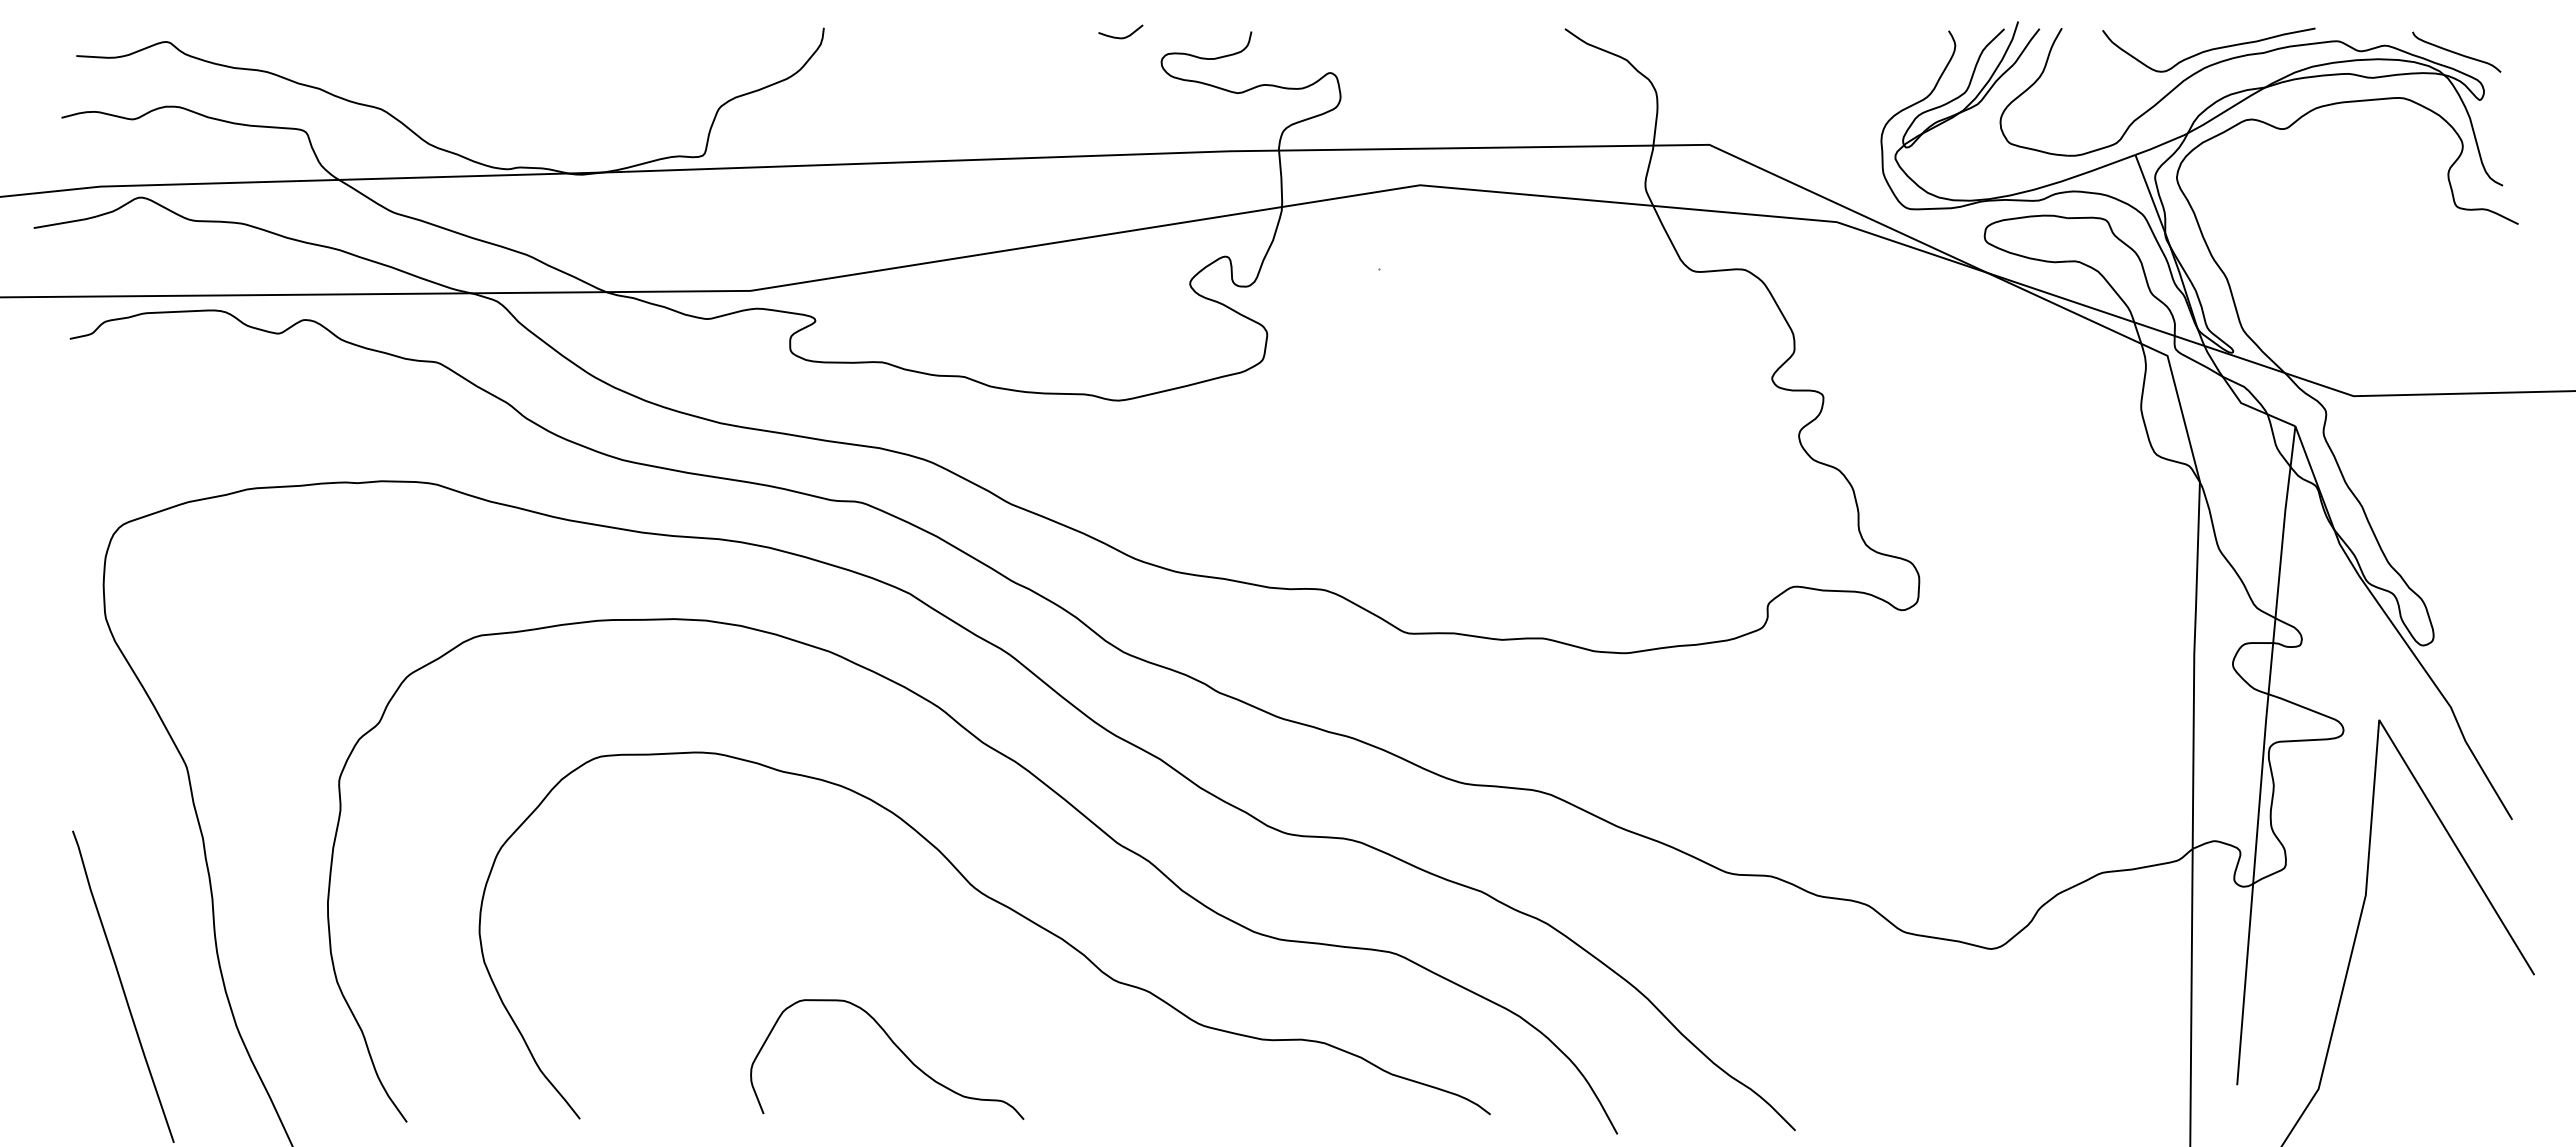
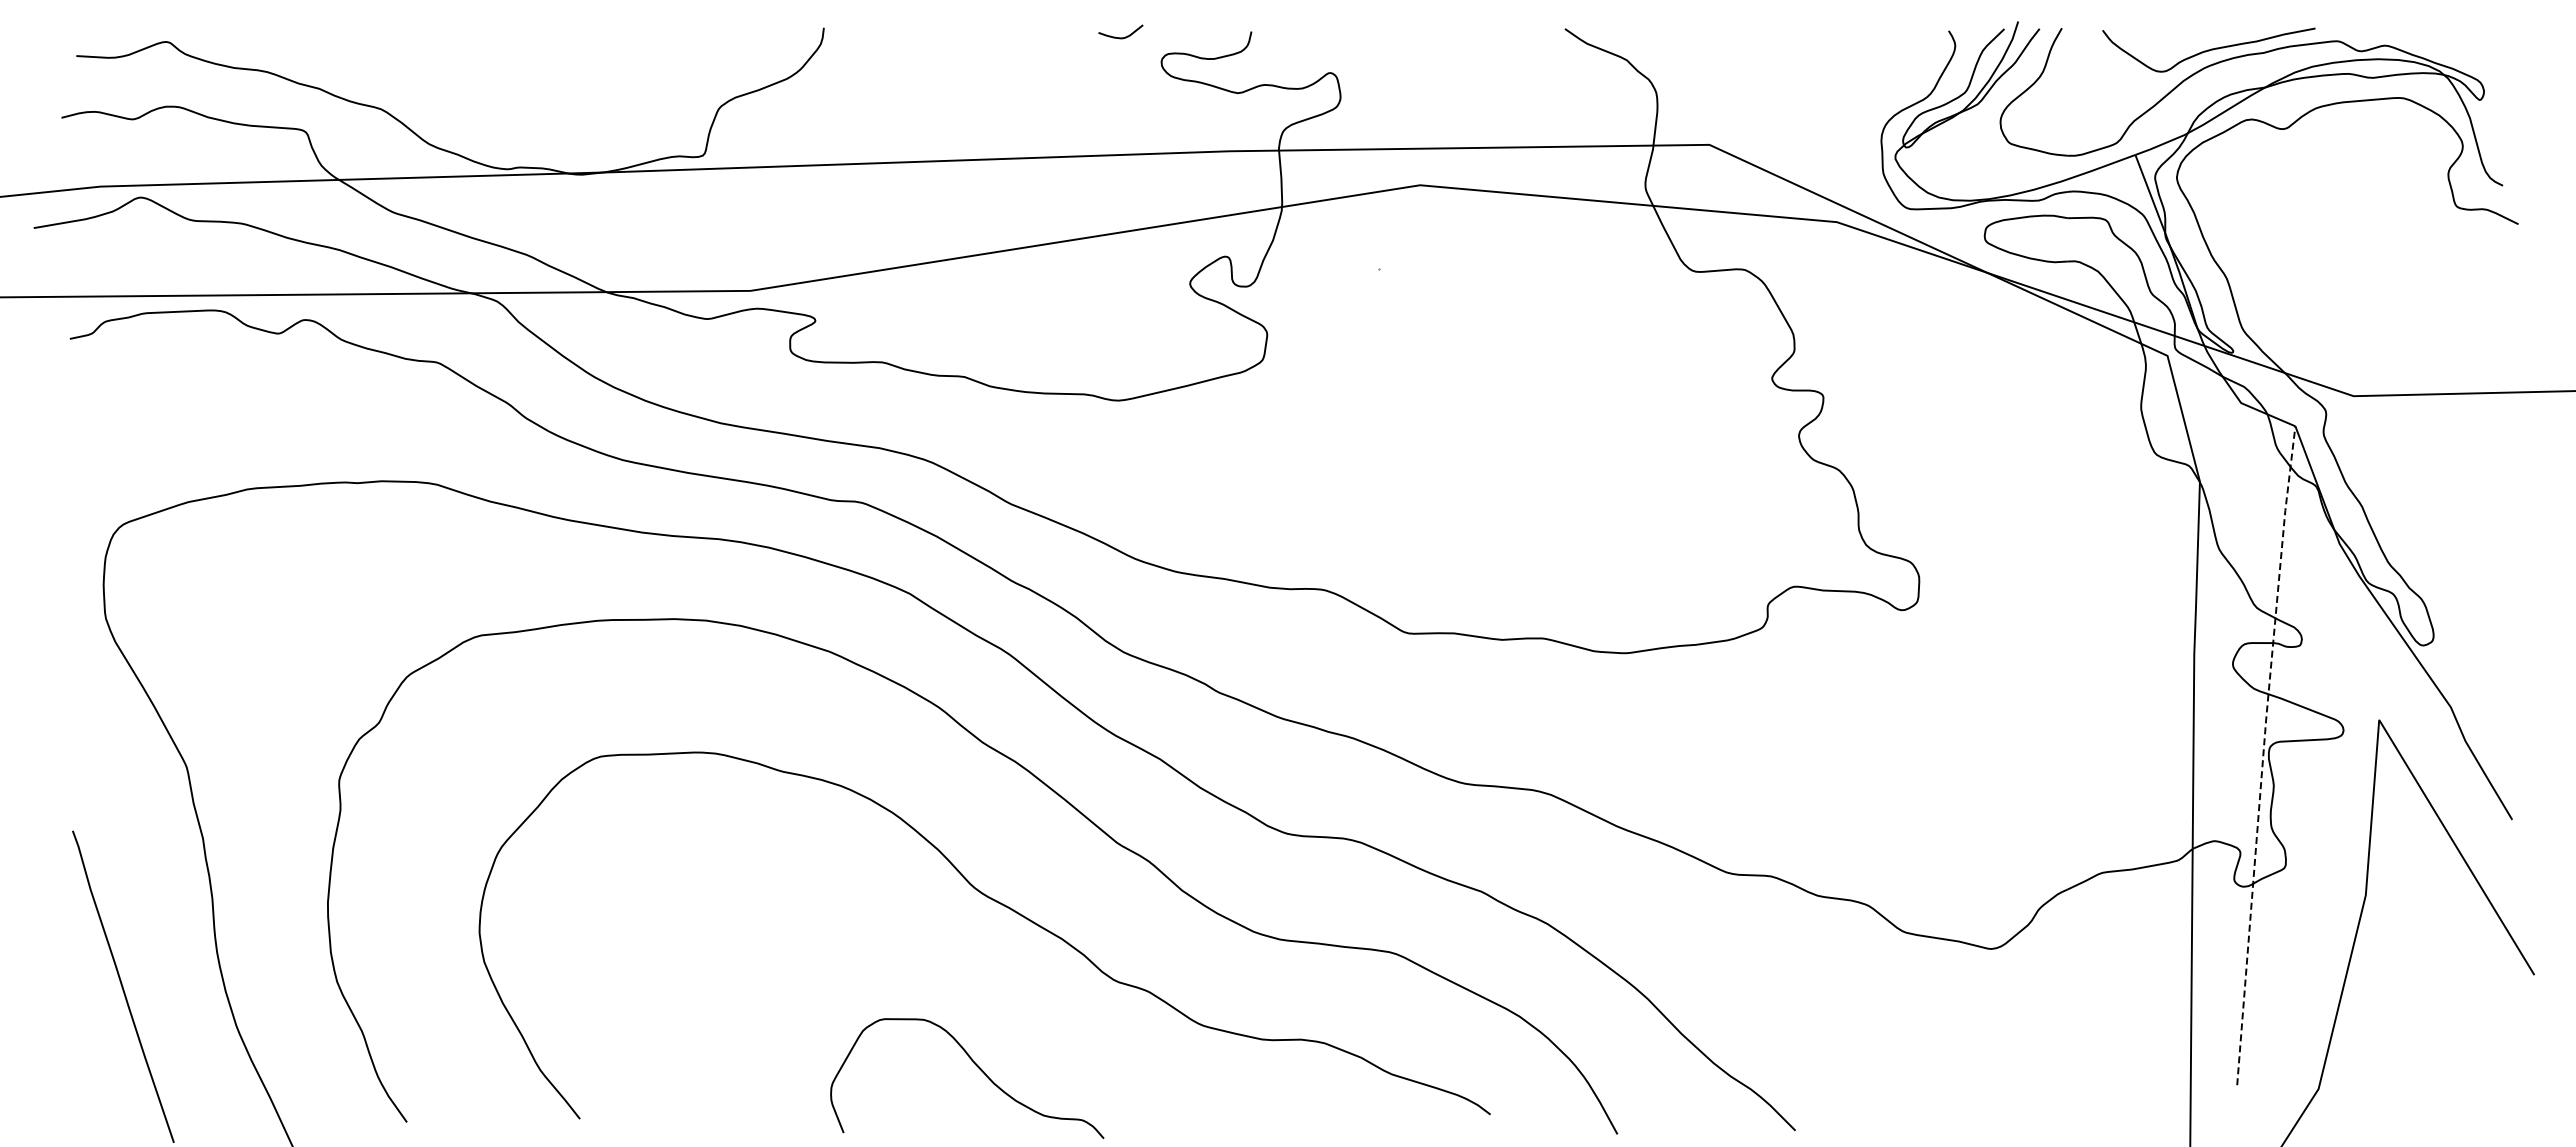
curve at (2456, 52): present -> none
line at (2263, 753): solid -> dashed
curve at (897, 1048) position: (897, 1048) -> (977, 1067)
